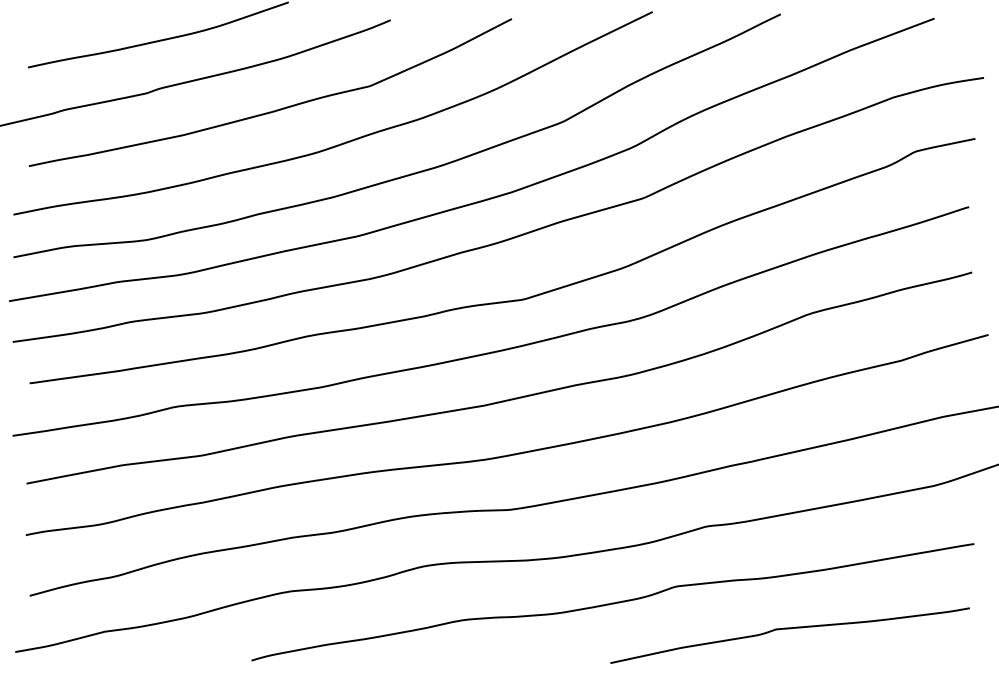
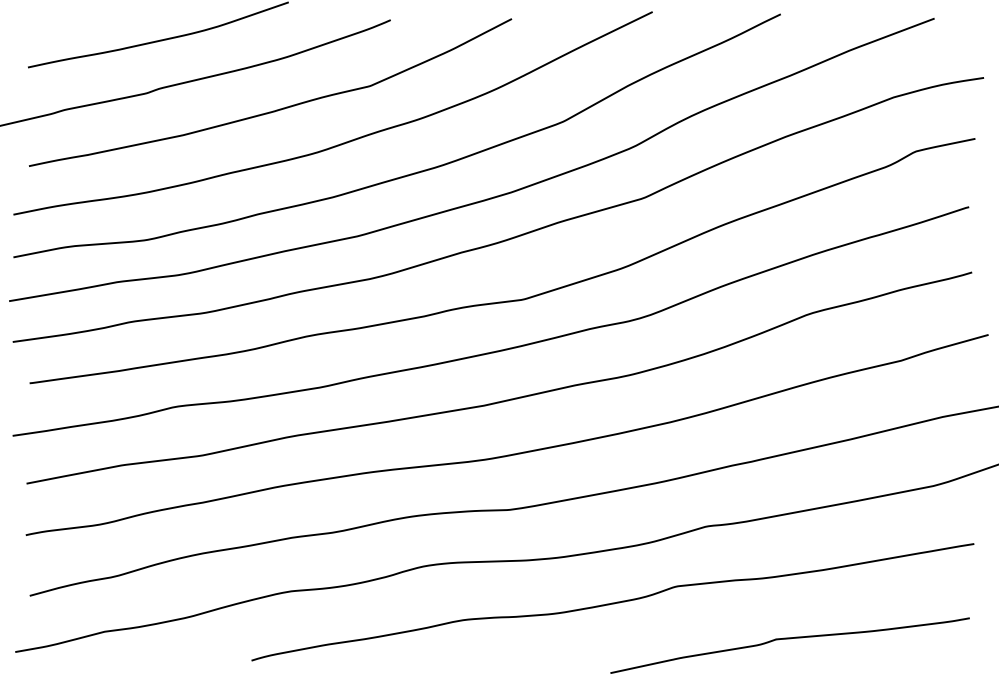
curve at (789, 629) position: (789, 629) -> (789, 639)
